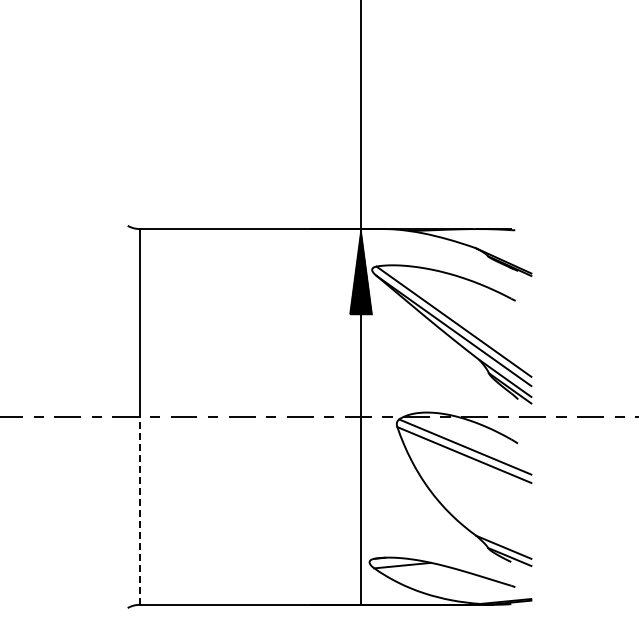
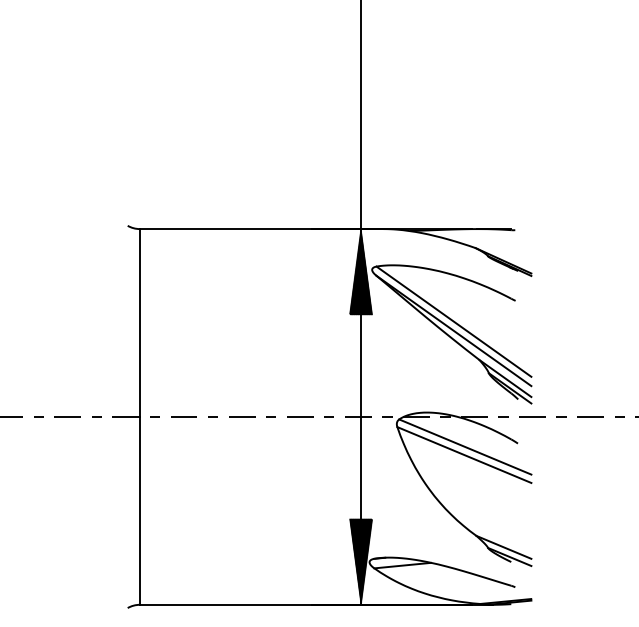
line at (139, 510): dashed -> solid
hatch at (360, 561): none -> present
